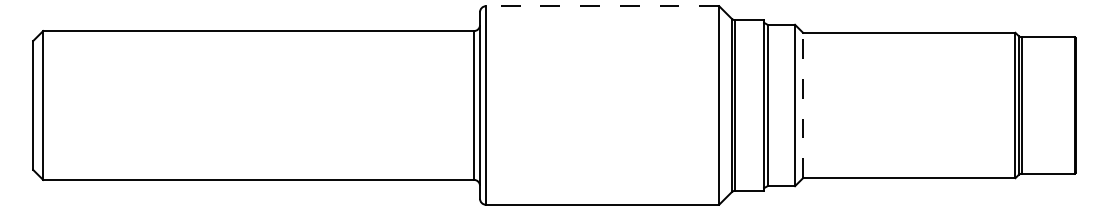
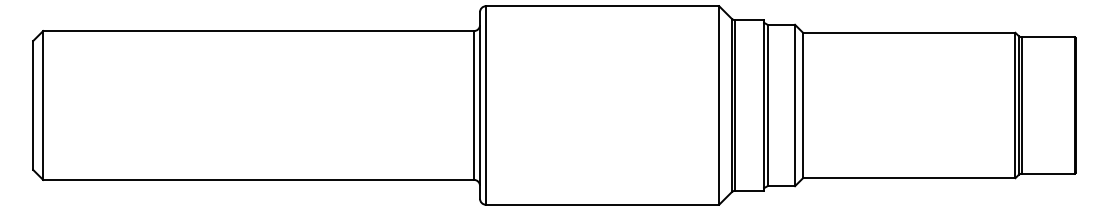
line at (602, 6): dashed -> solid
line at (803, 105): dashed -> solid
